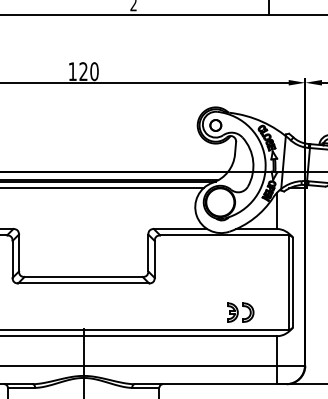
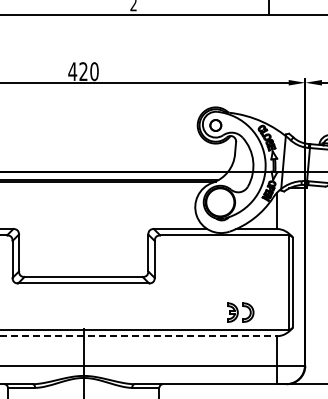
text at (72, 71): 120 -> 420
line at (102, 188): present -> none
line at (139, 336): solid -> dashed
